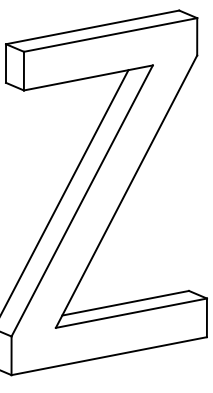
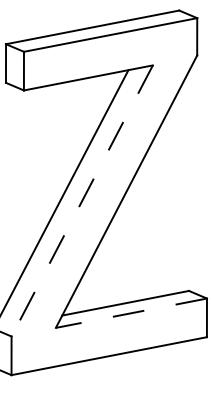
line at (82, 200): solid -> dashed
line at (131, 313): solid -> dashed
